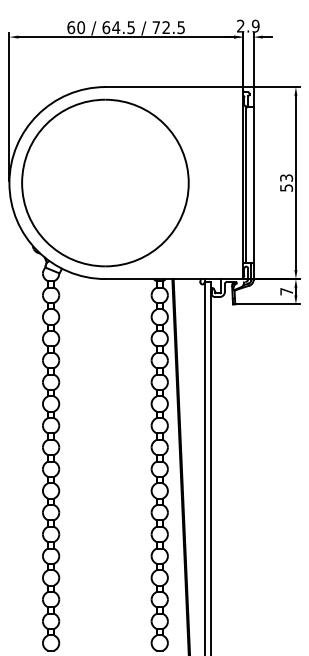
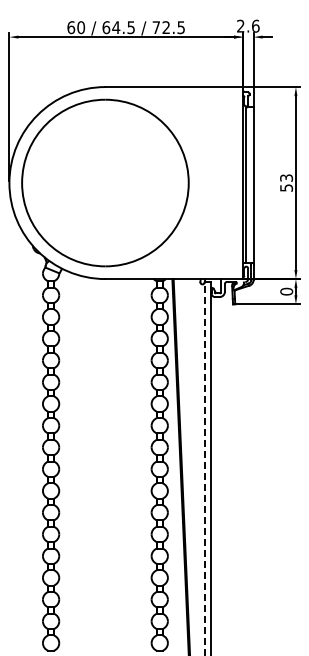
text at (255, 25): 2.9 -> 2.6
text at (286, 291): 7 -> 0
line at (205, 468): solid -> dashed
